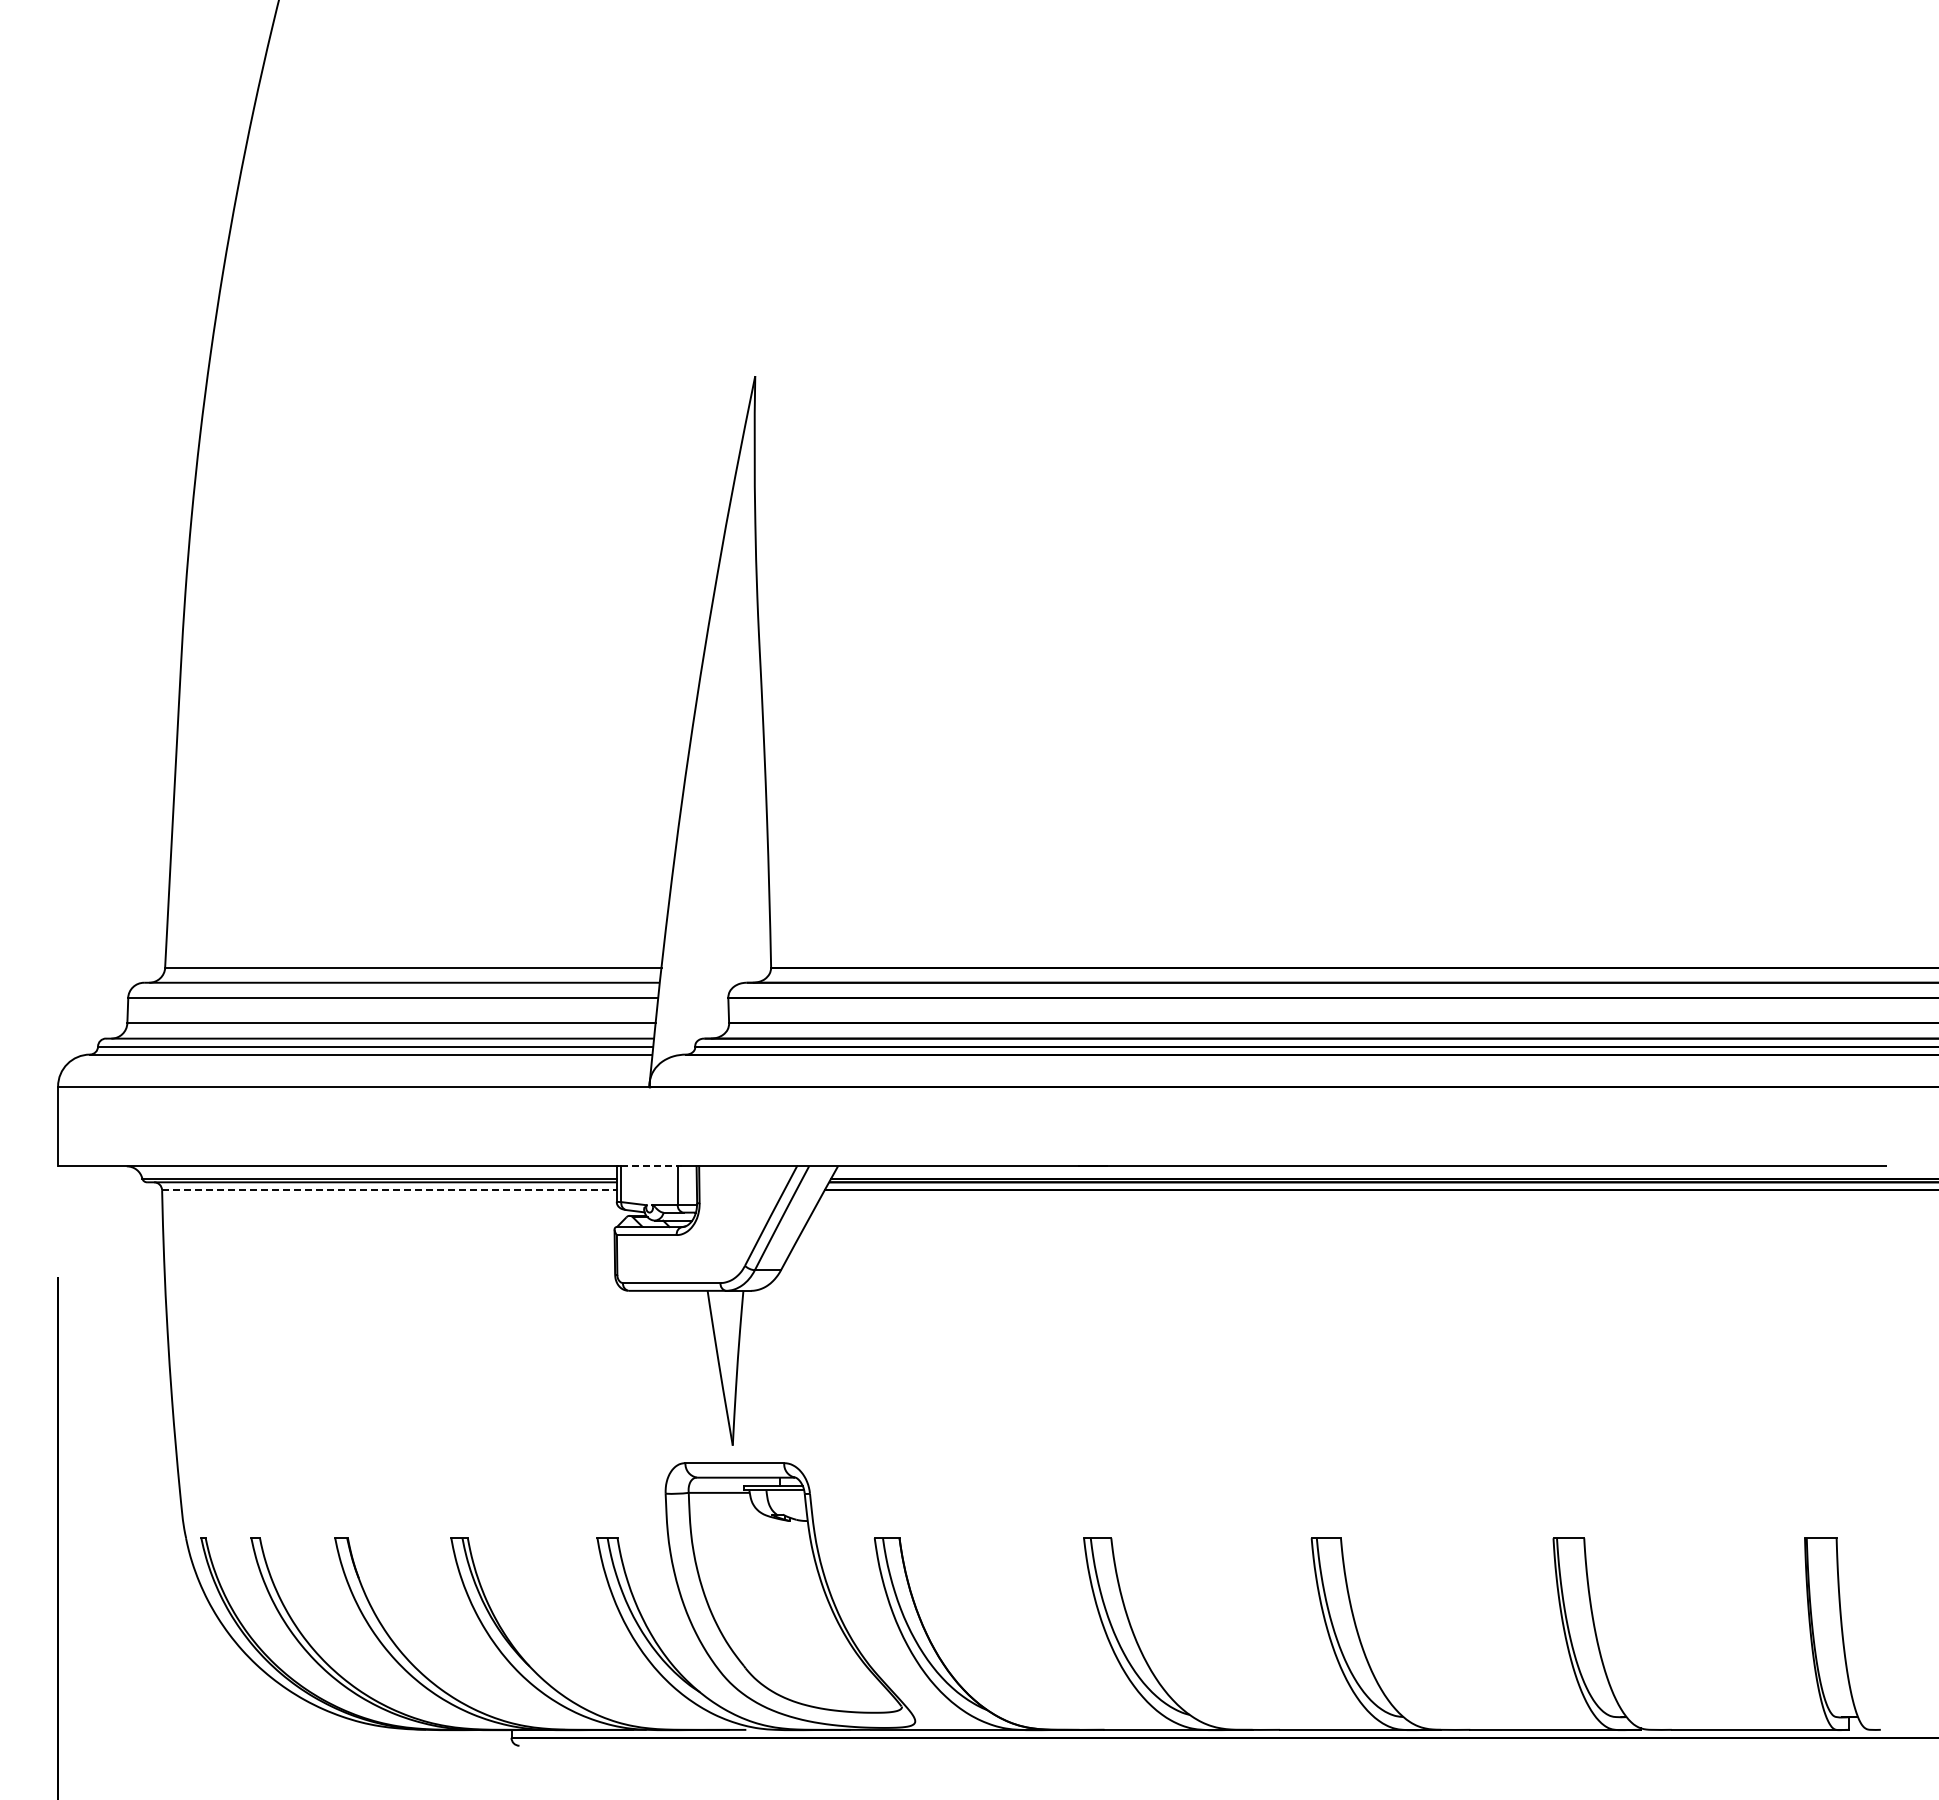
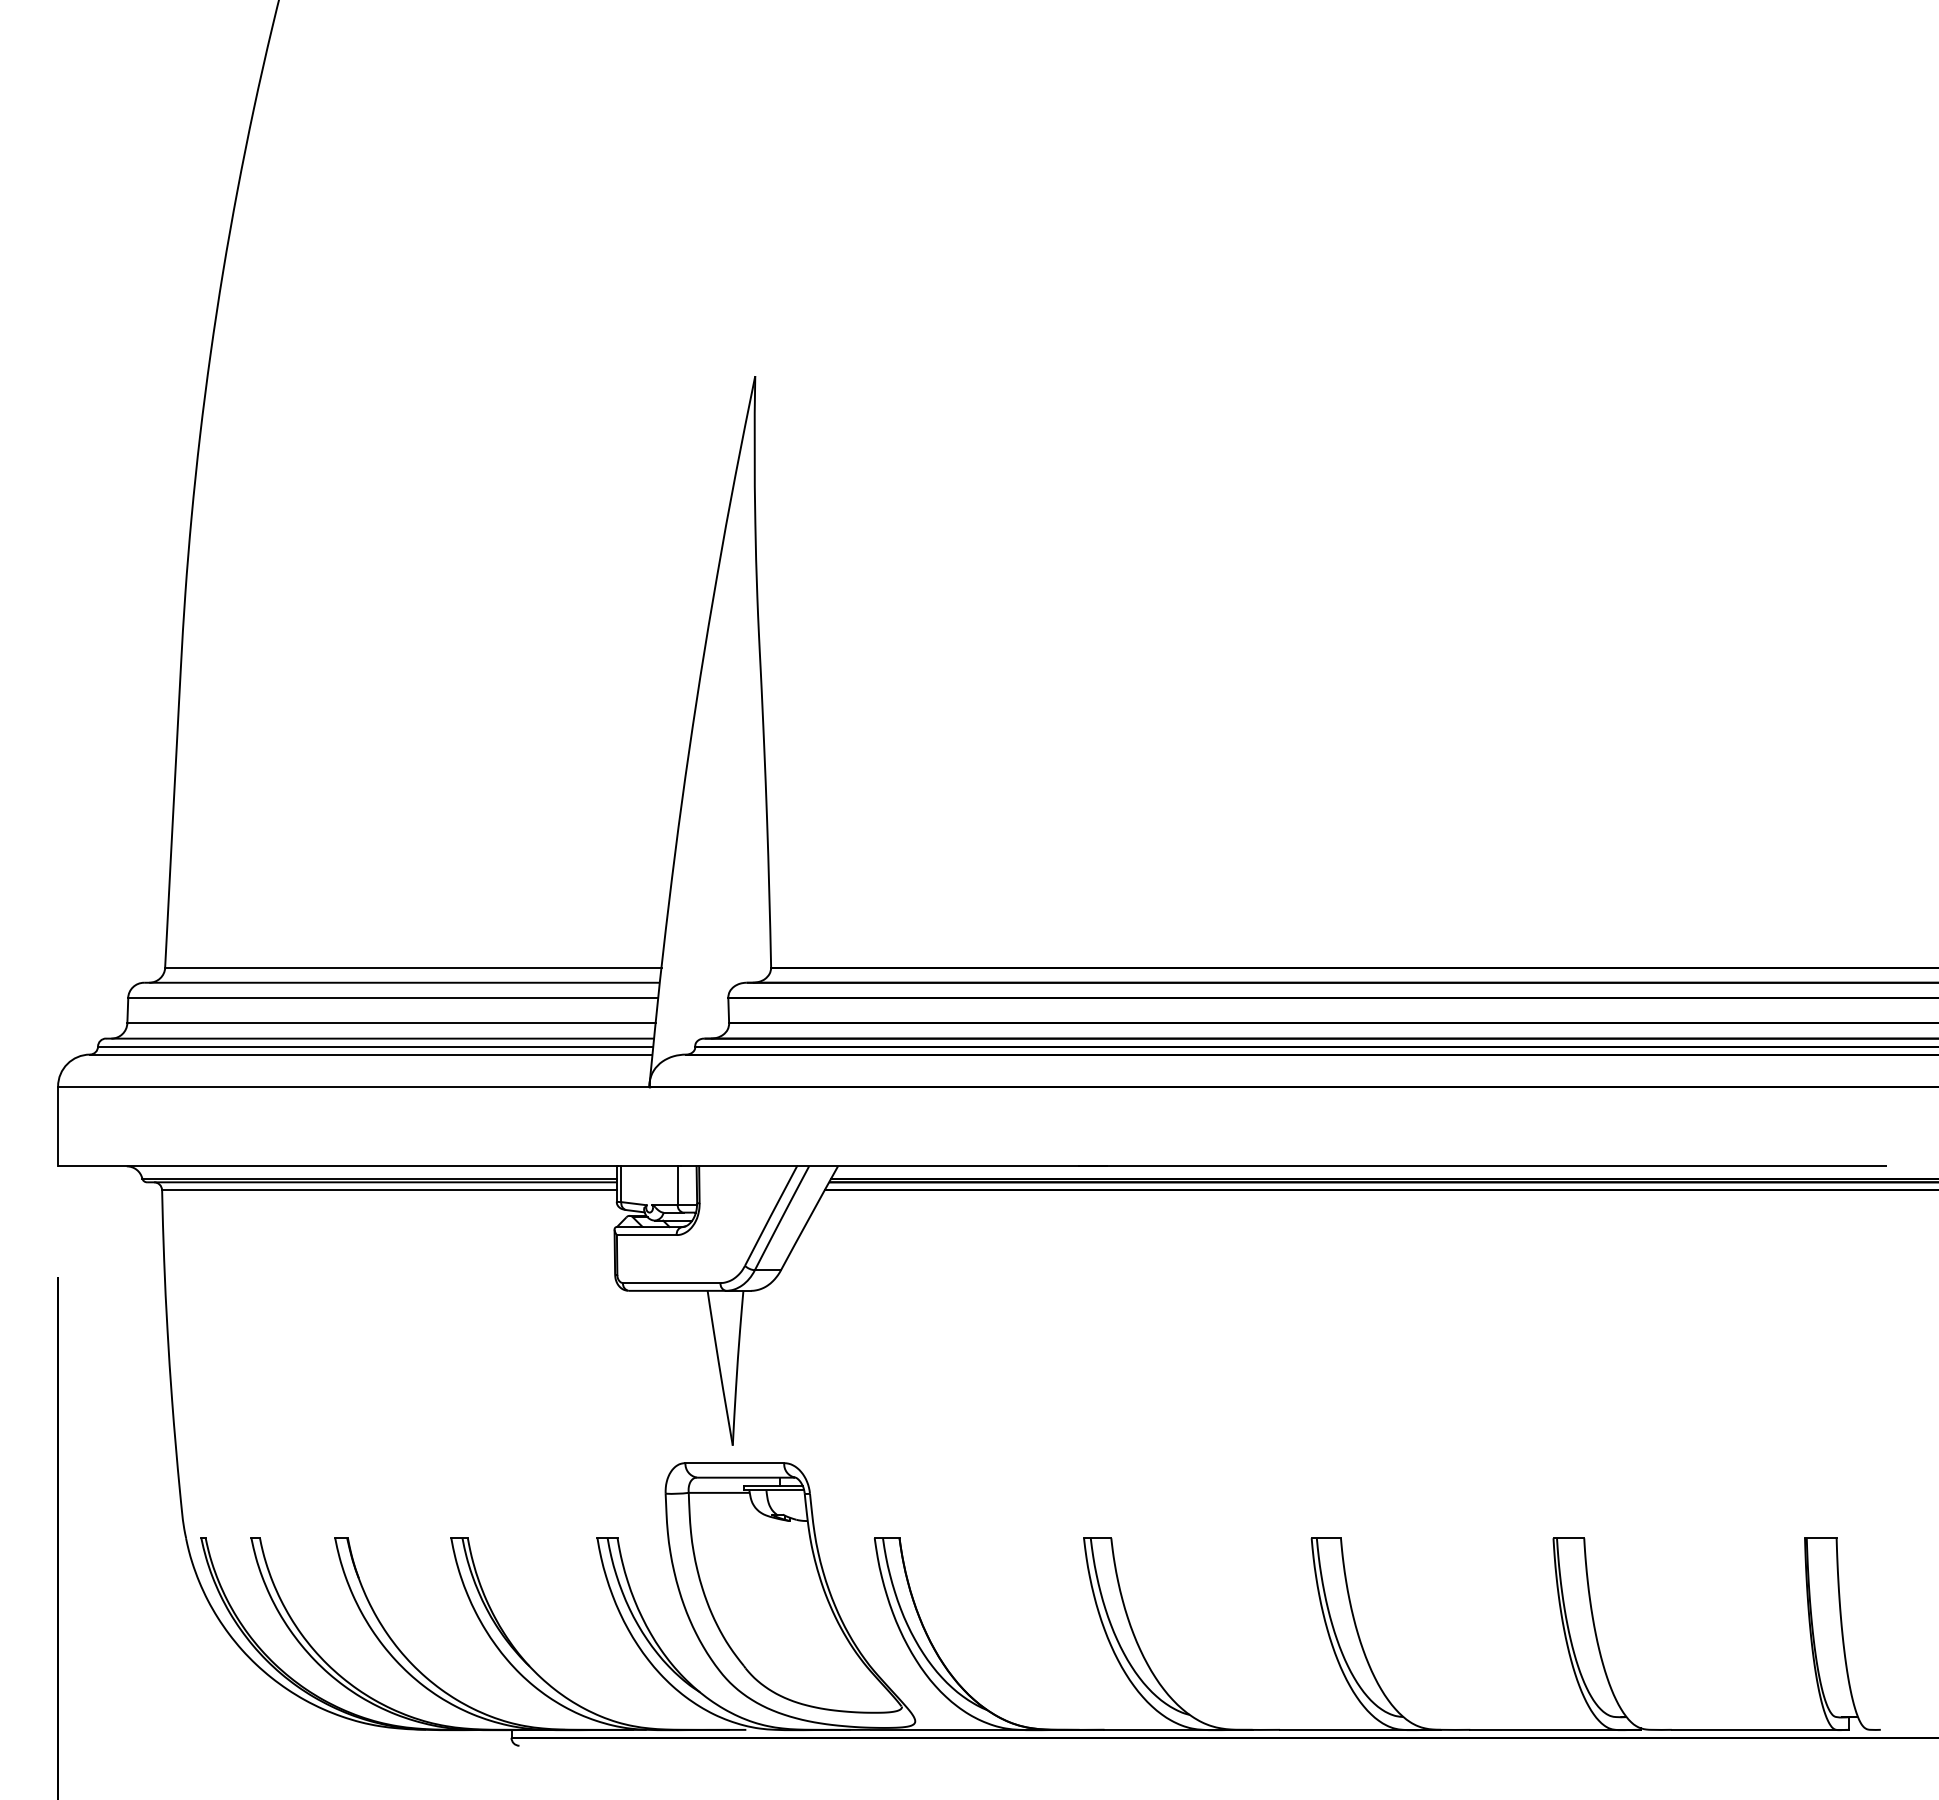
line at (650, 1166): dashed -> solid
line at (389, 1190): dashed -> solid
